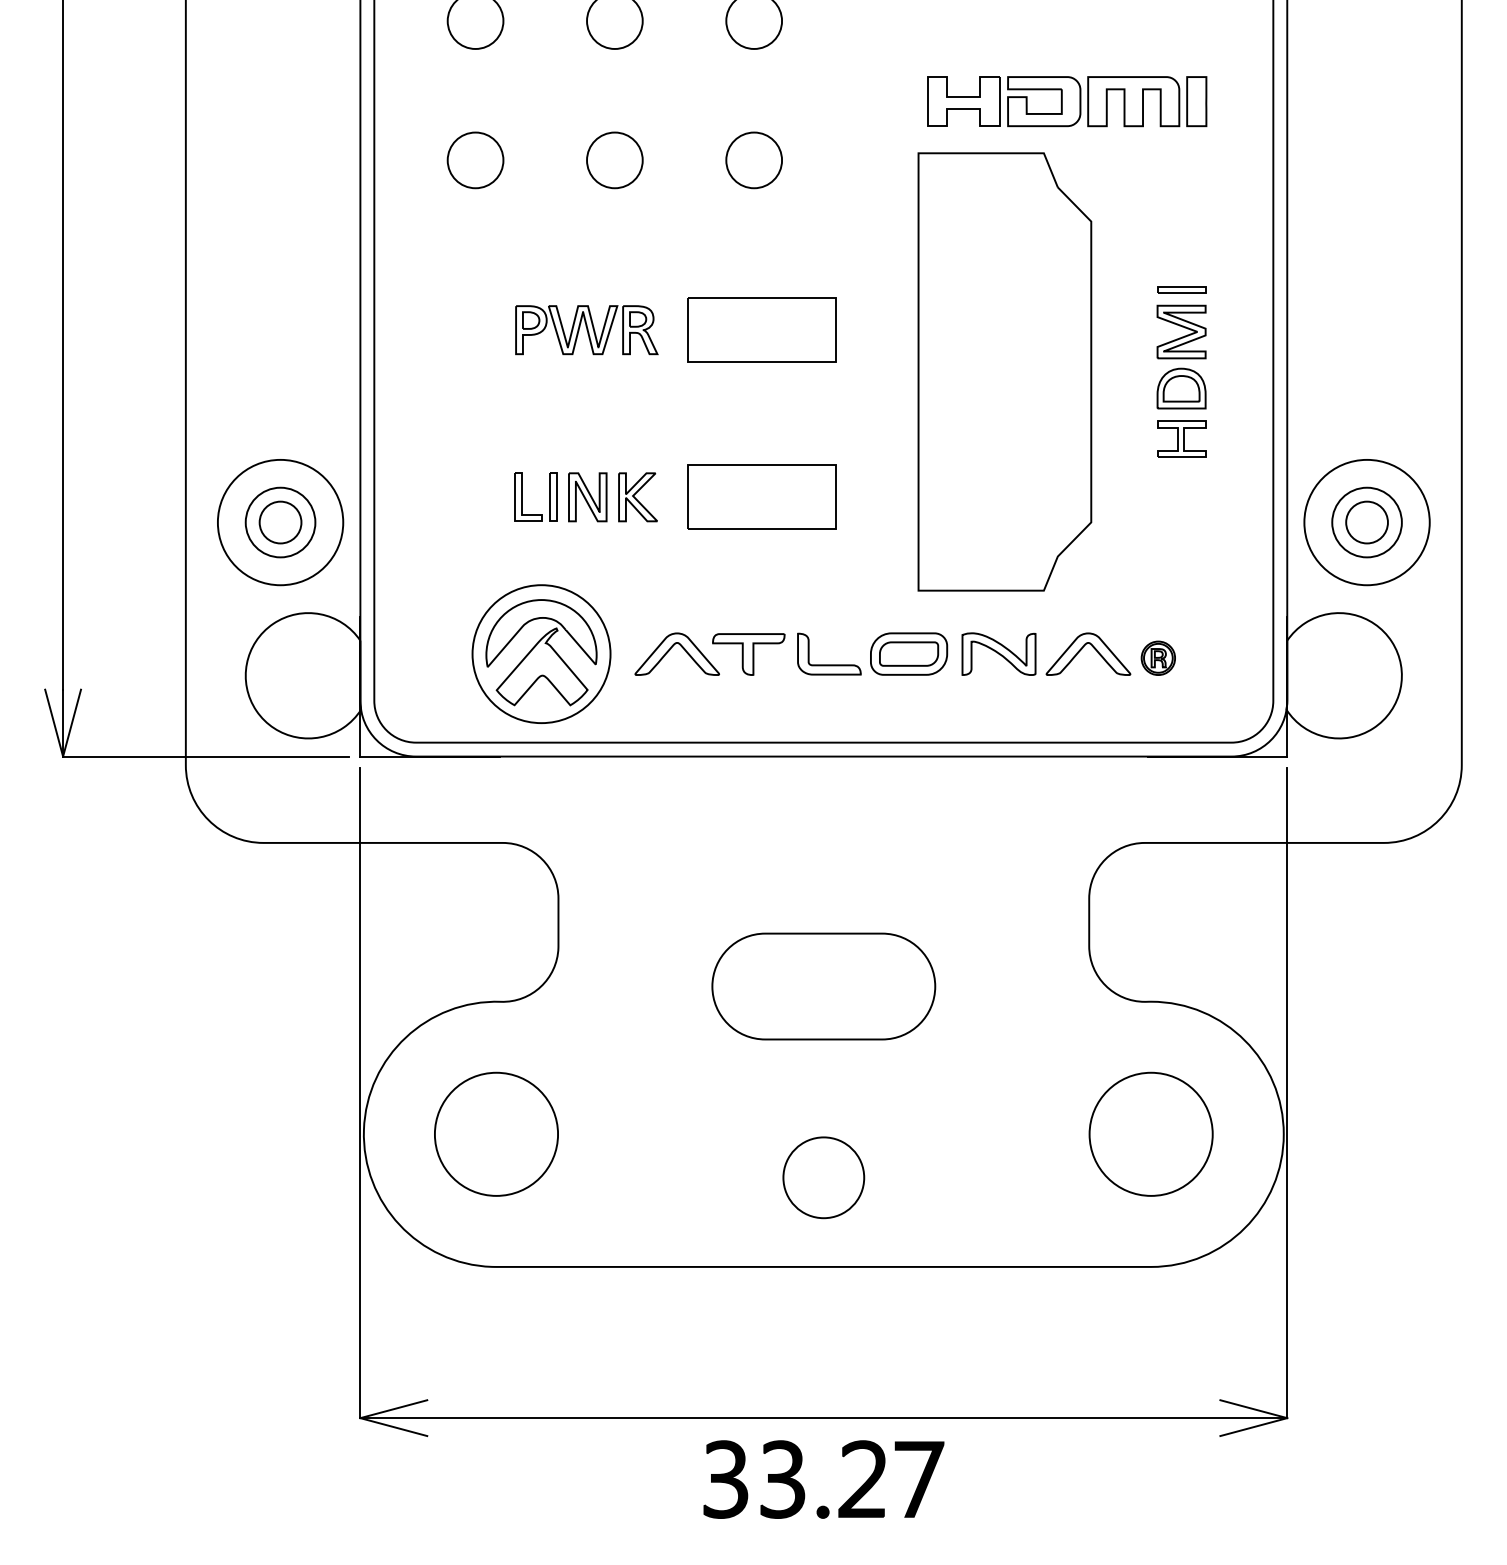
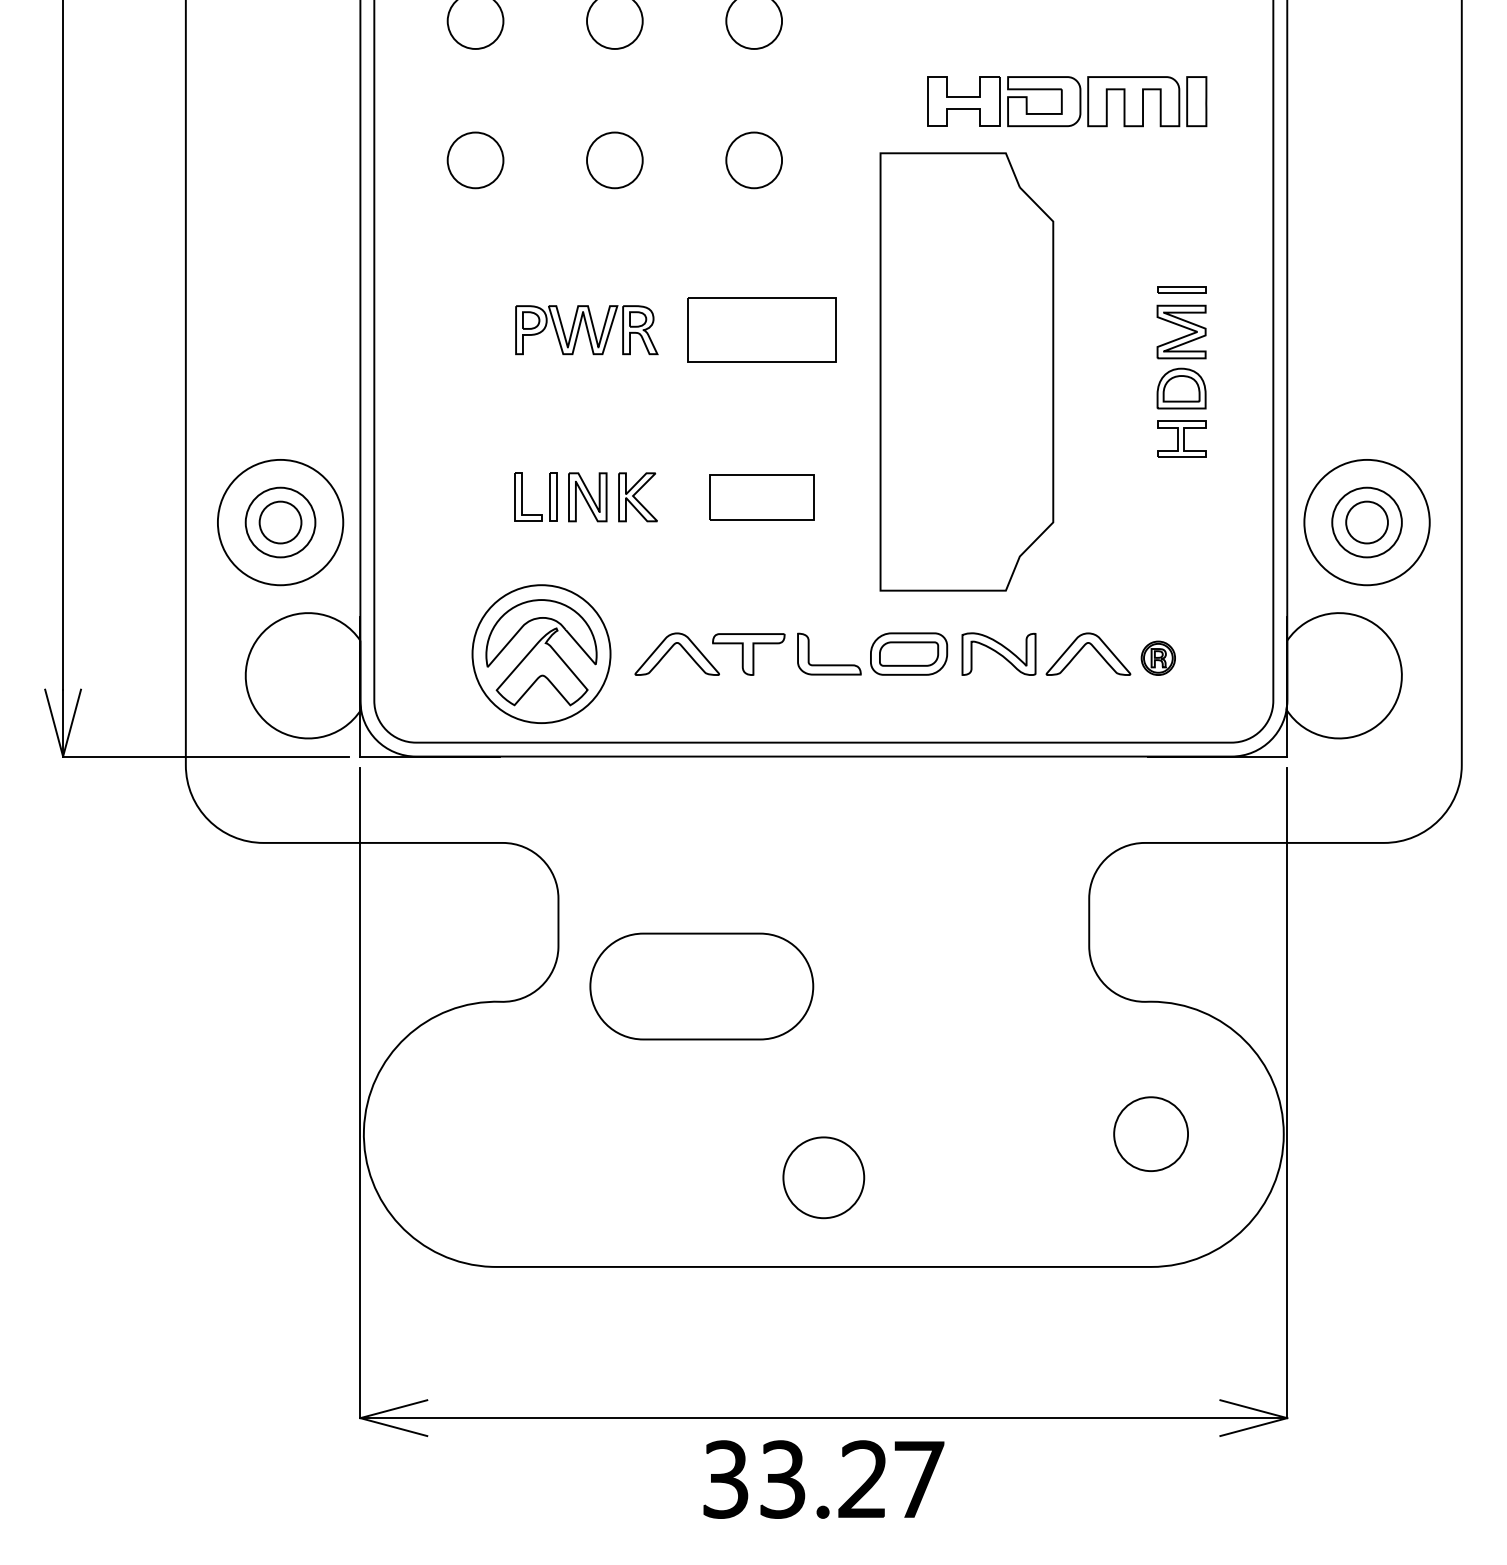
part at (1004, 371) position: (1004, 371) -> (966, 371)
part at (761, 496) size: 150x66 px -> 106x47 px
part at (823, 986) position: (823, 986) -> (701, 986)
part at (496, 1133): present -> none
part at (1150, 1133) size: 126x126 px -> 76x76 px
